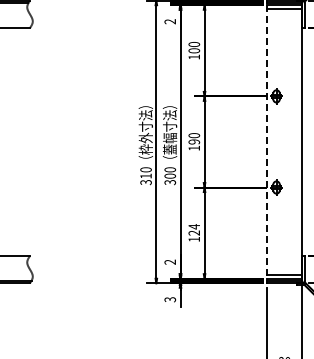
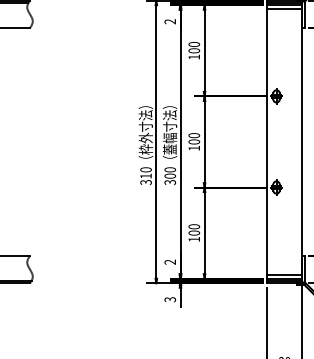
text at (194, 141): 190 -> 100
line at (267, 141): dashed -> solid
text at (194, 229): 124 -> 100
